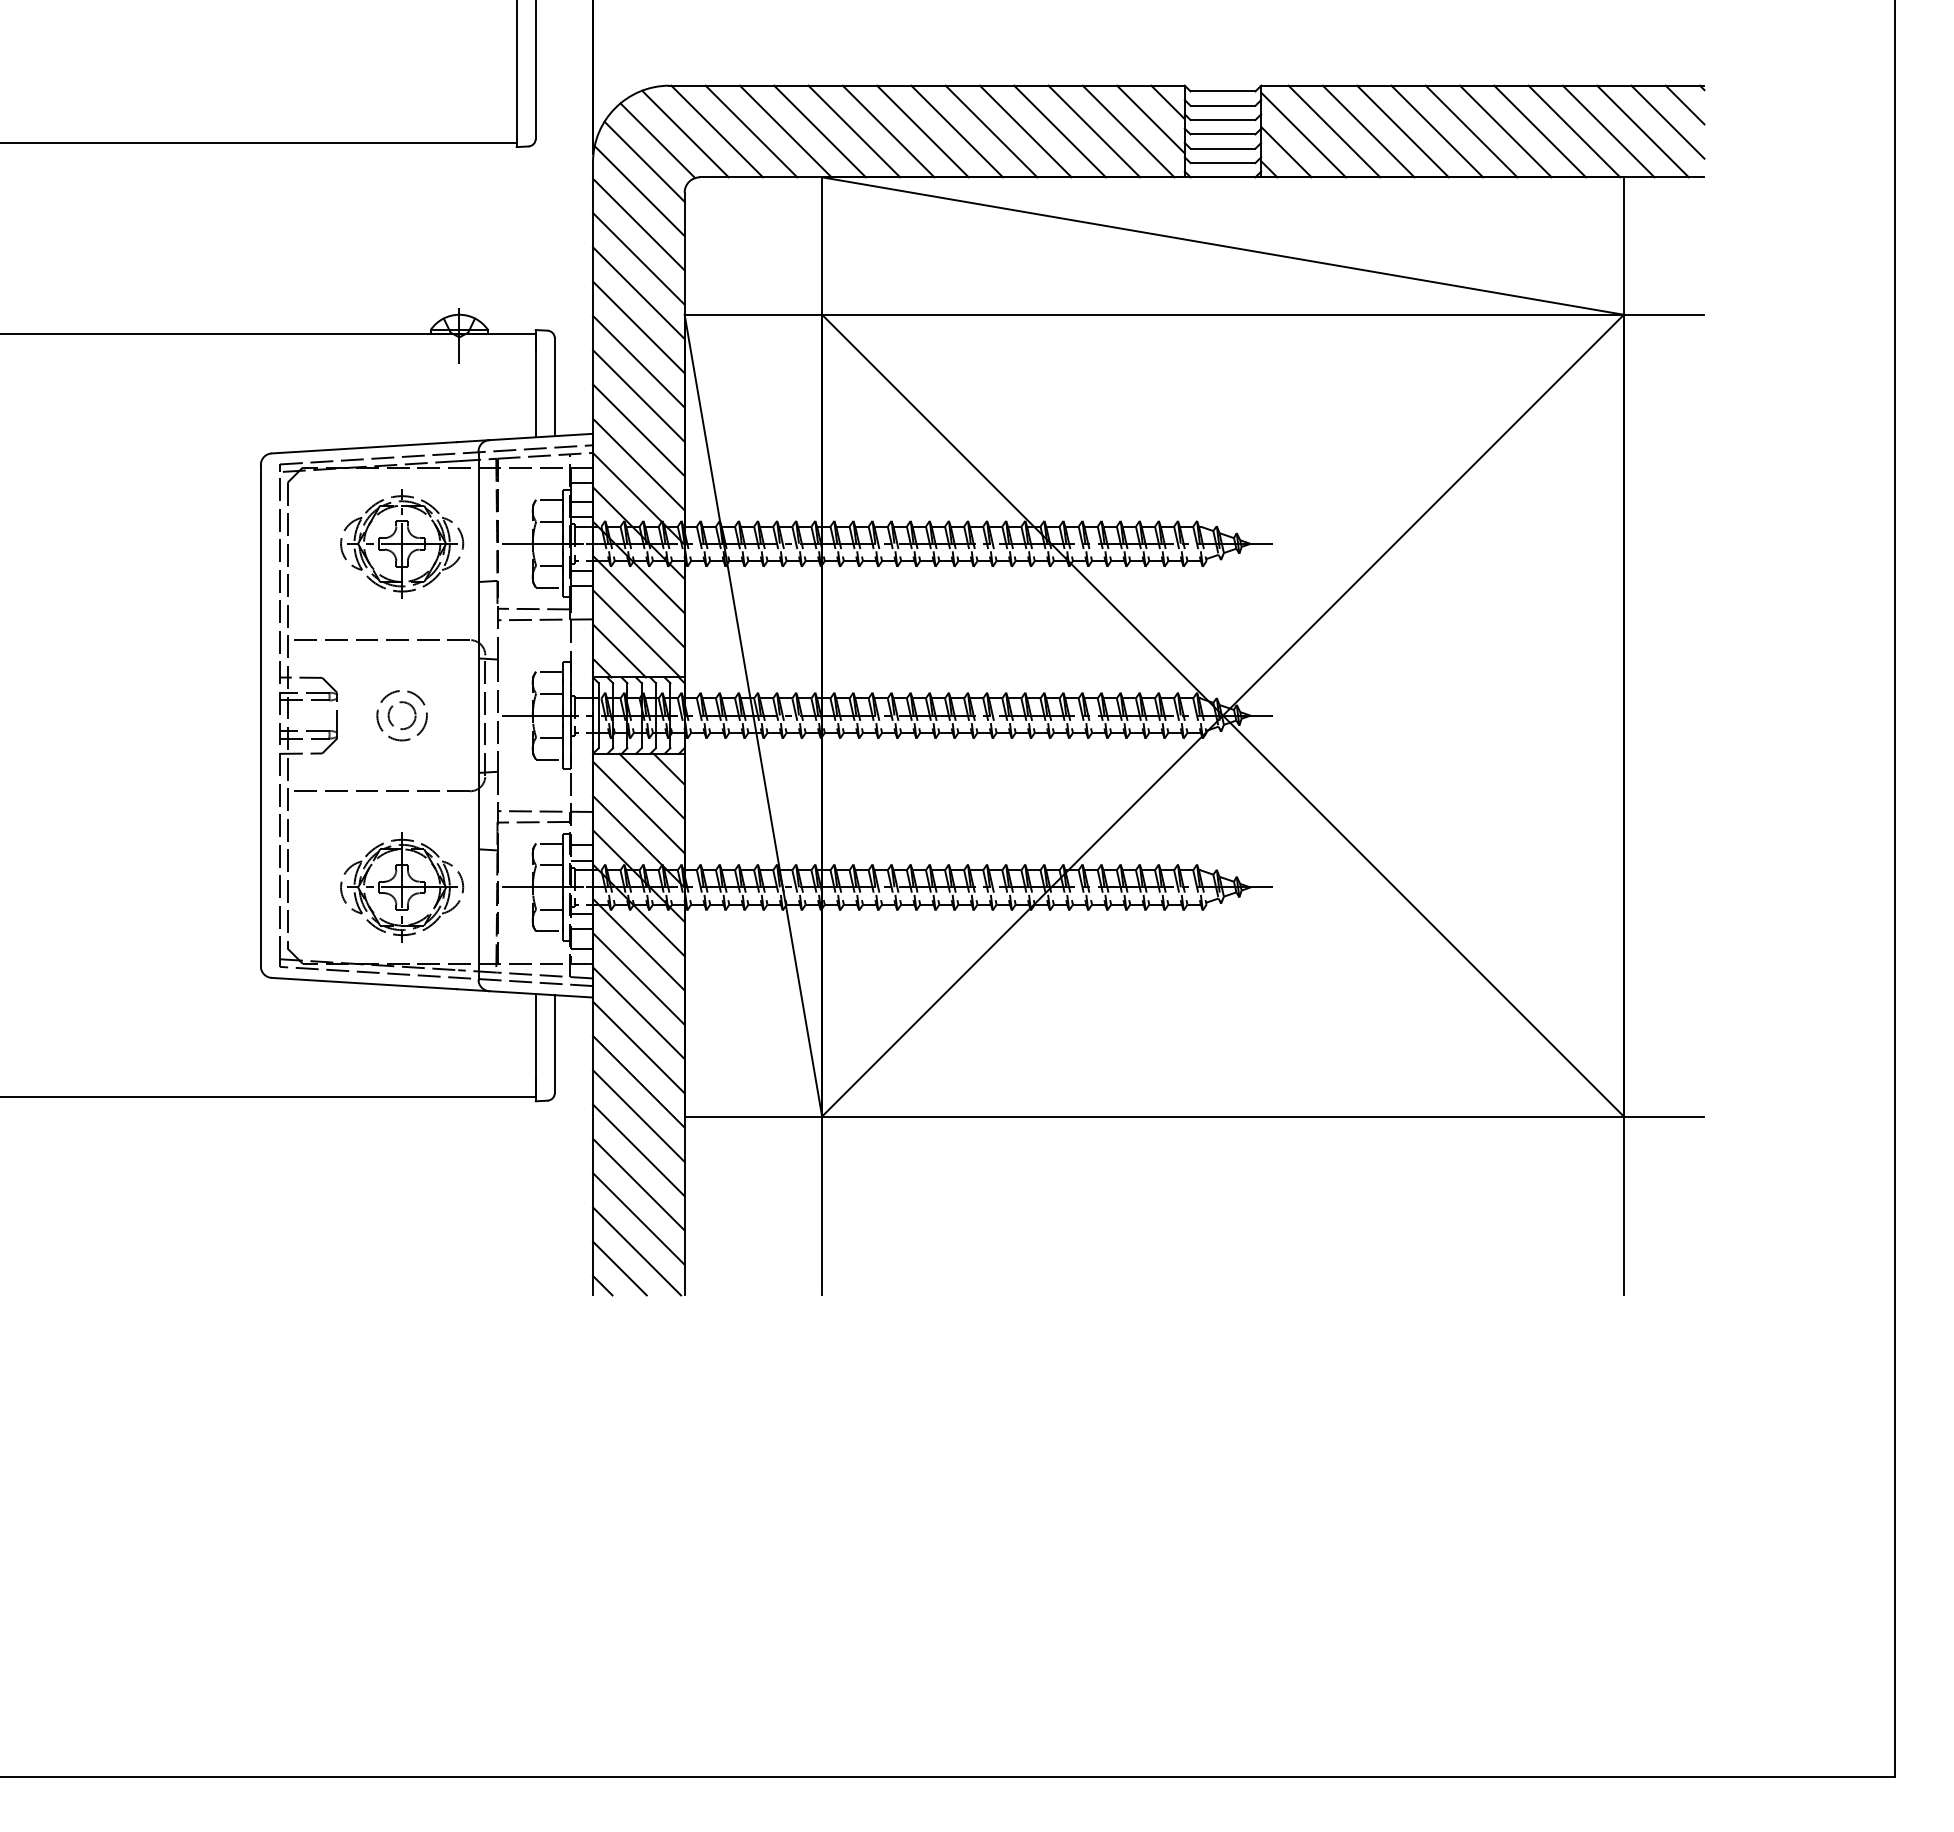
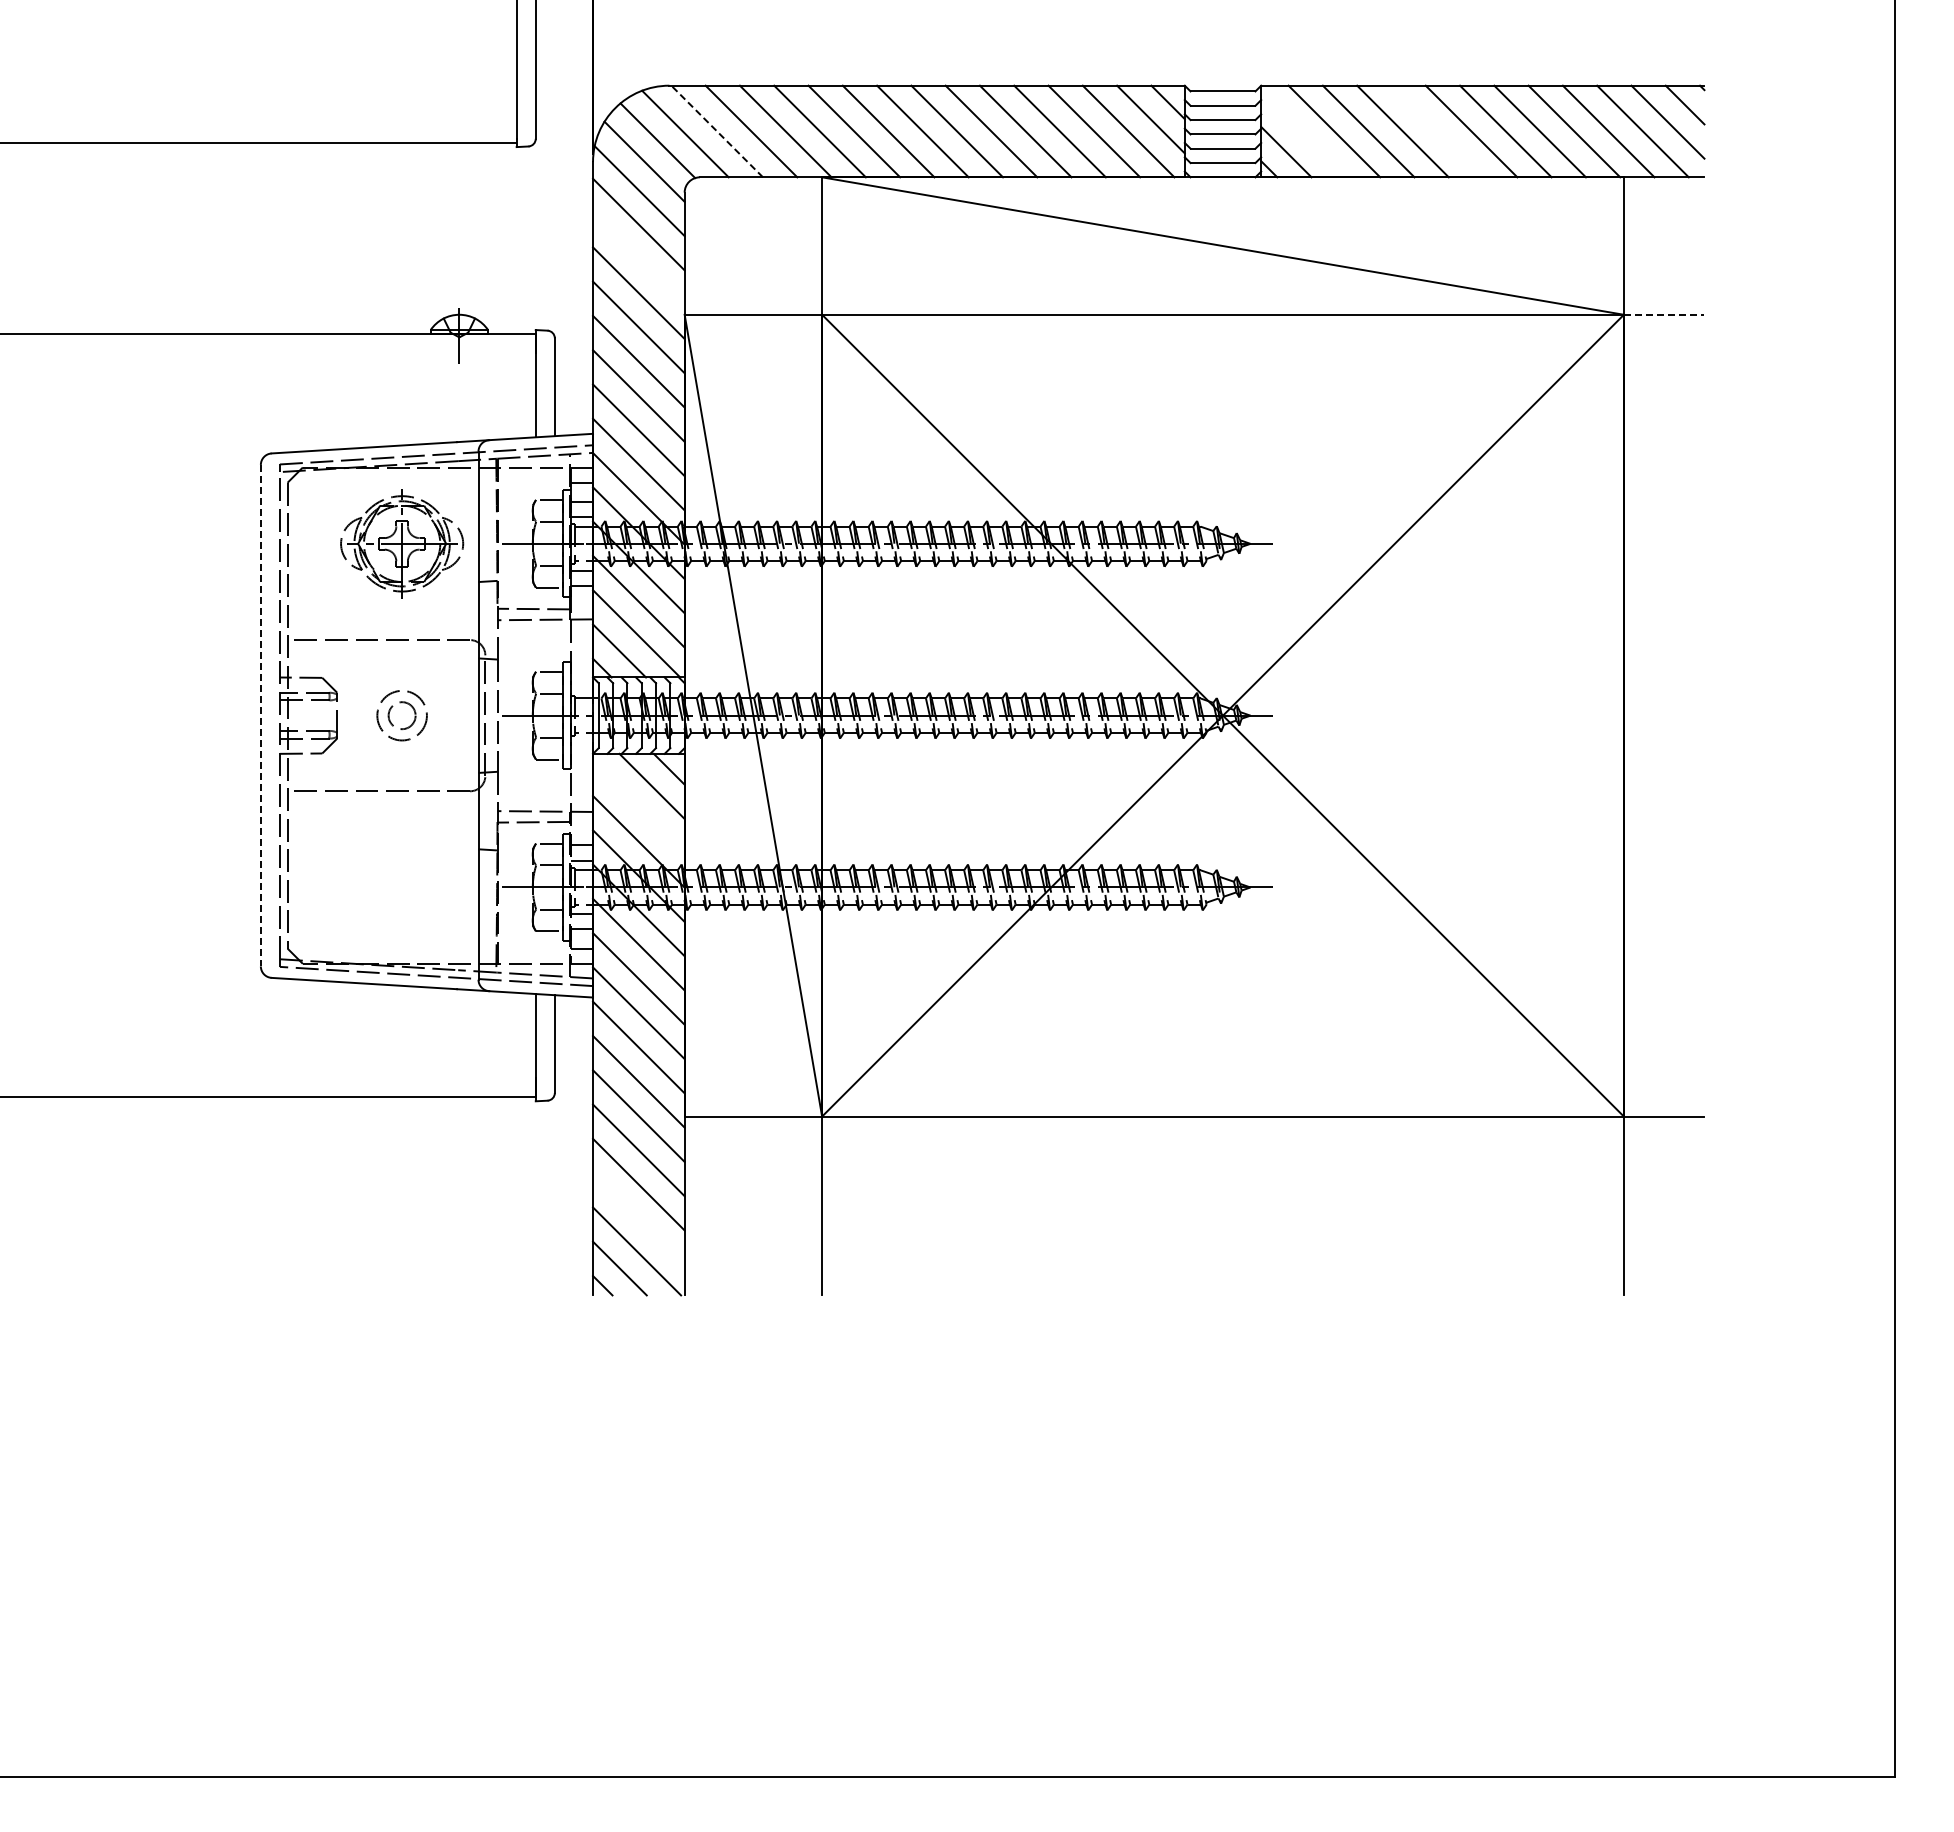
line at (717, 131): solid -> dashed
line at (1437, 131): present -> none
line at (1303, 134): present -> none
line at (638, 258): present -> none
line at (1664, 314): solid -> dashed
line at (260, 715): solid -> dashed
line at (638, 807): present -> none
part at (402, 887): present -> none
line at (638, 1218): present -> none
